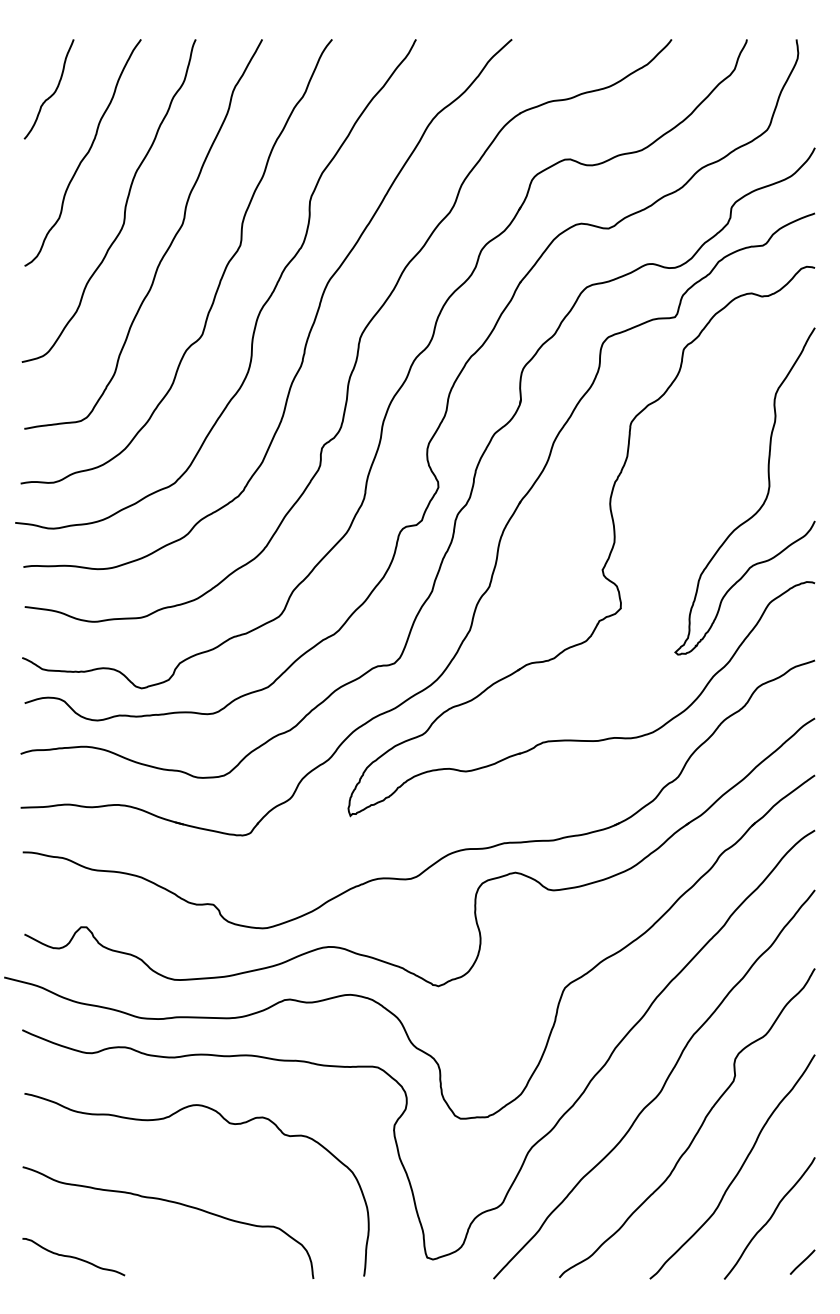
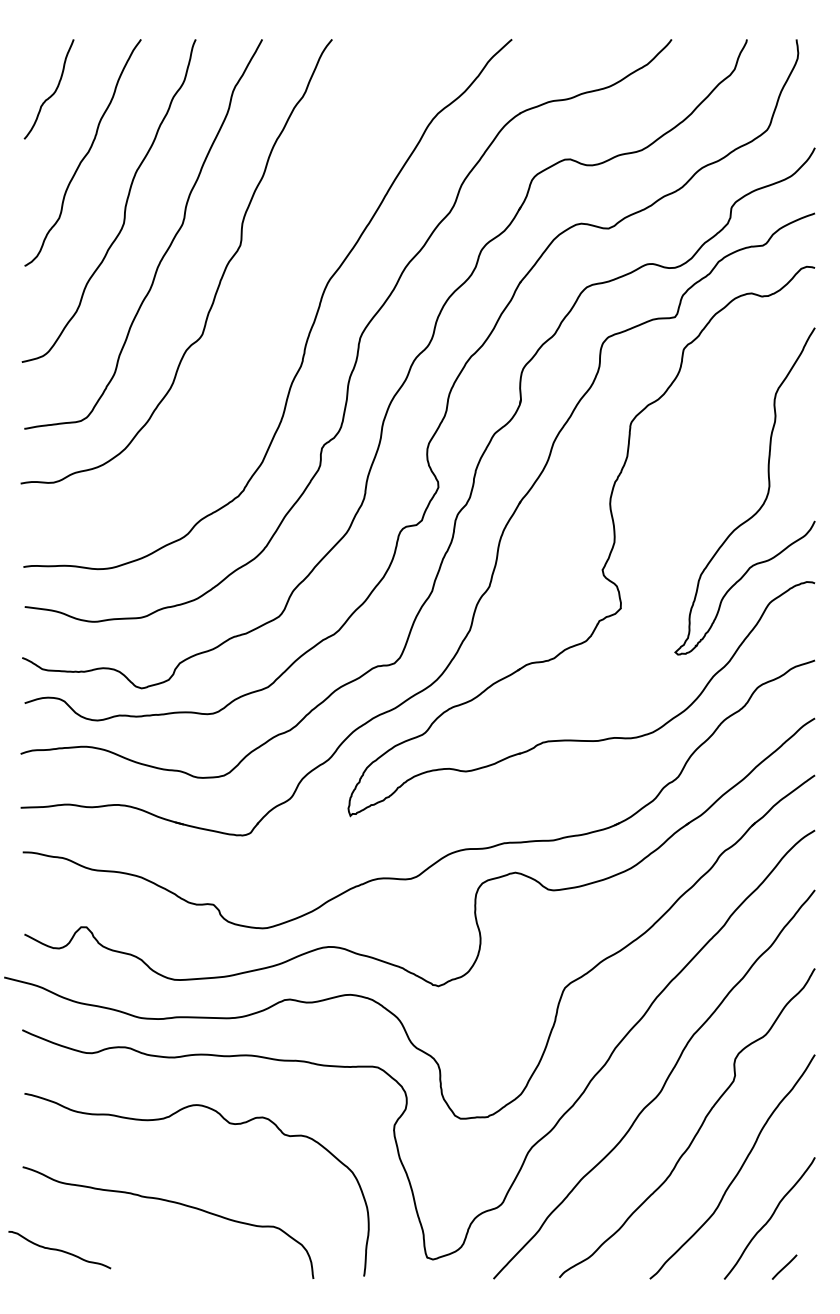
curve at (259, 310): present -> none
curve at (73, 1257) position: (73, 1257) -> (59, 1250)
line at (802, 1261) position: (802, 1261) -> (784, 1266)
